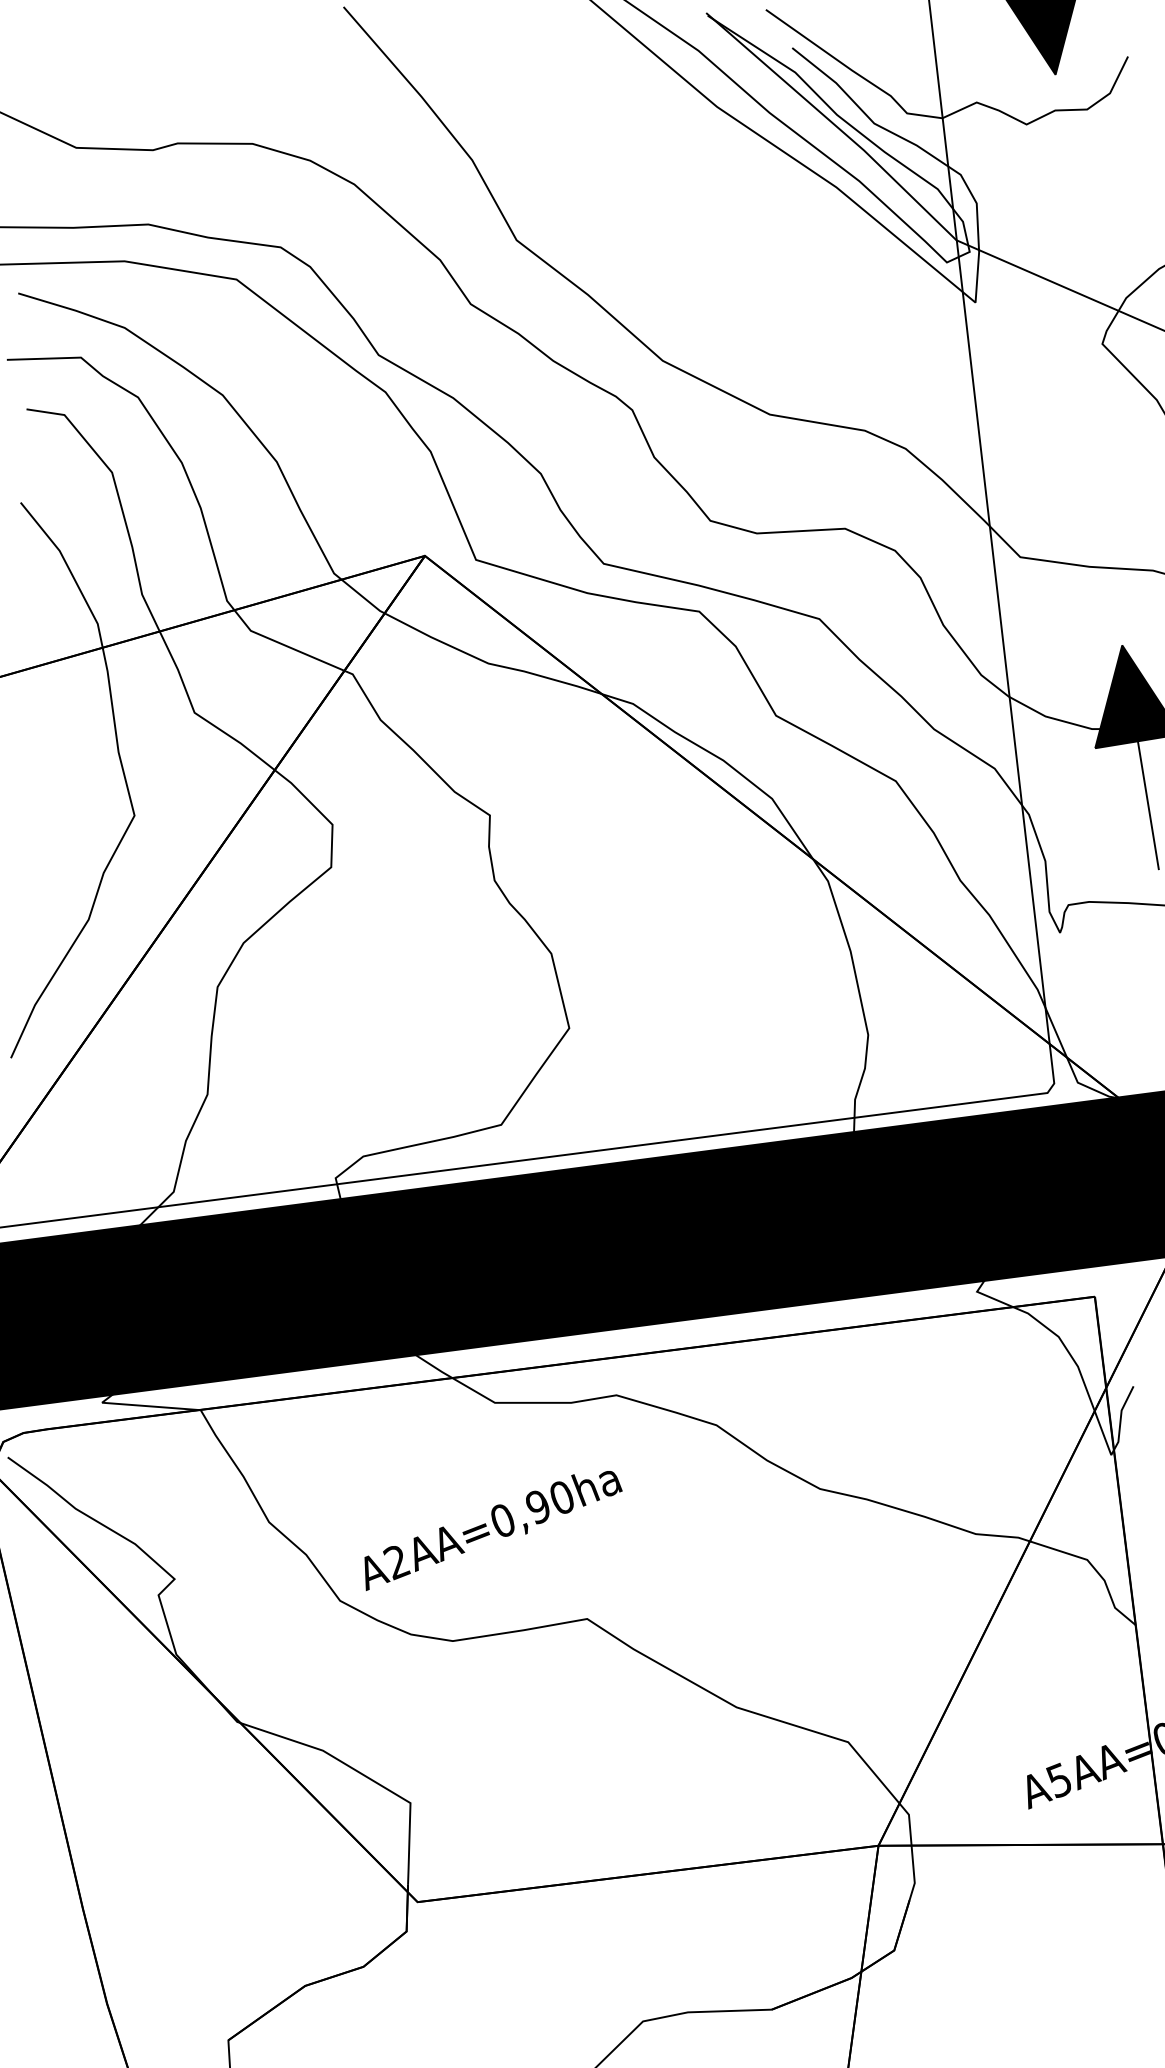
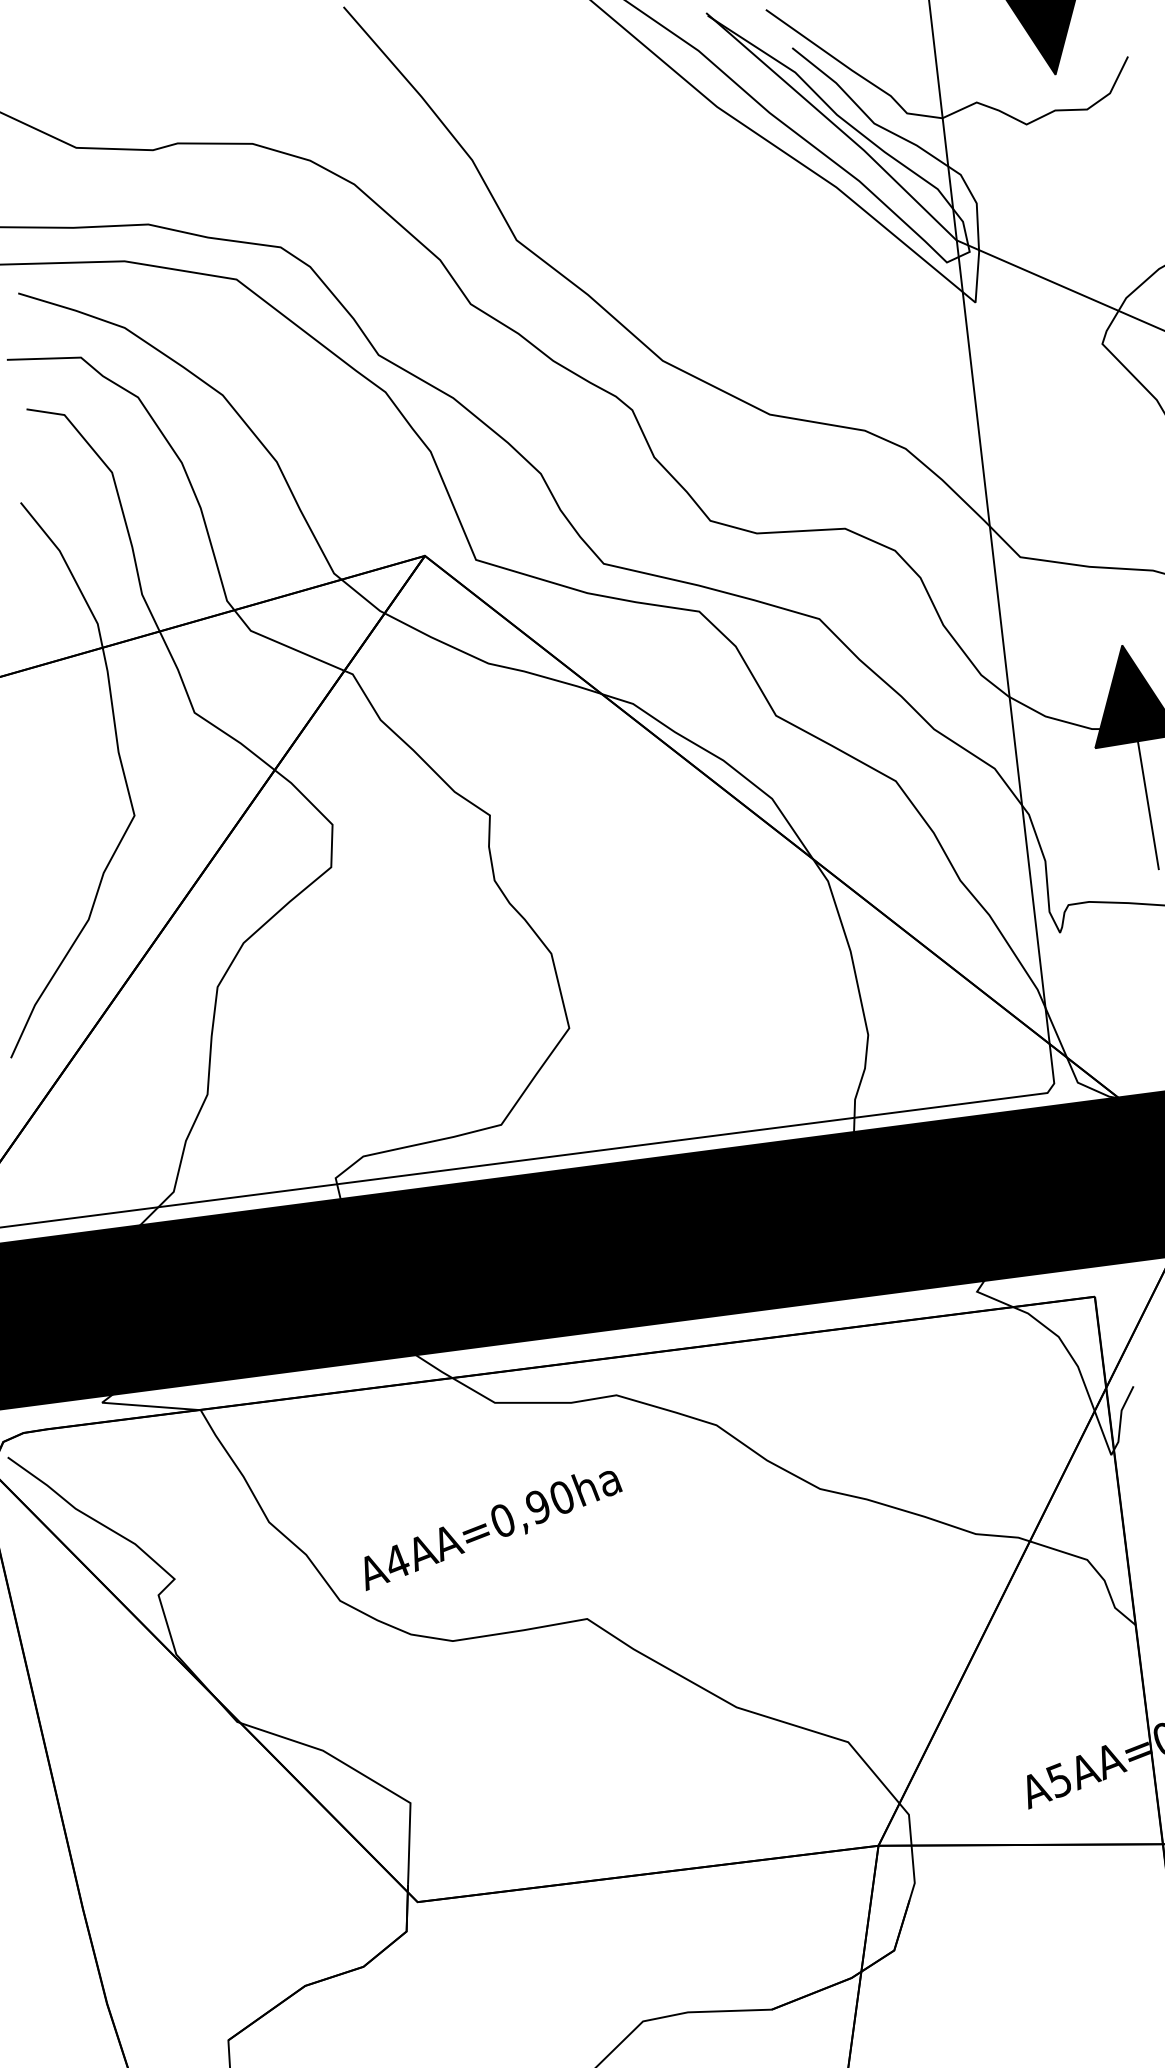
text at (396, 1562): A2AA=0,90ha -> A4AA=0,90ha
